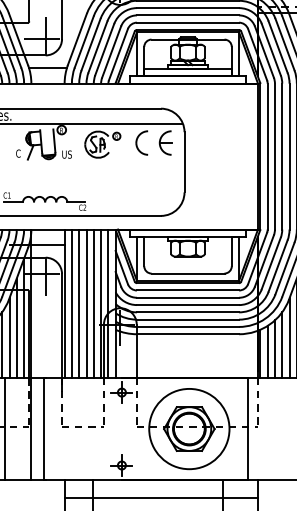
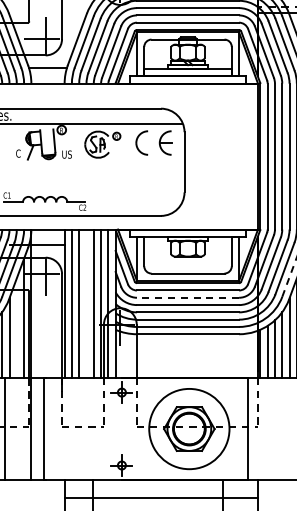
line at (289, 277): solid -> dashed
line at (187, 297): solid -> dashed
line at (86, 303): present -> none
line at (16, 328): present -> none
